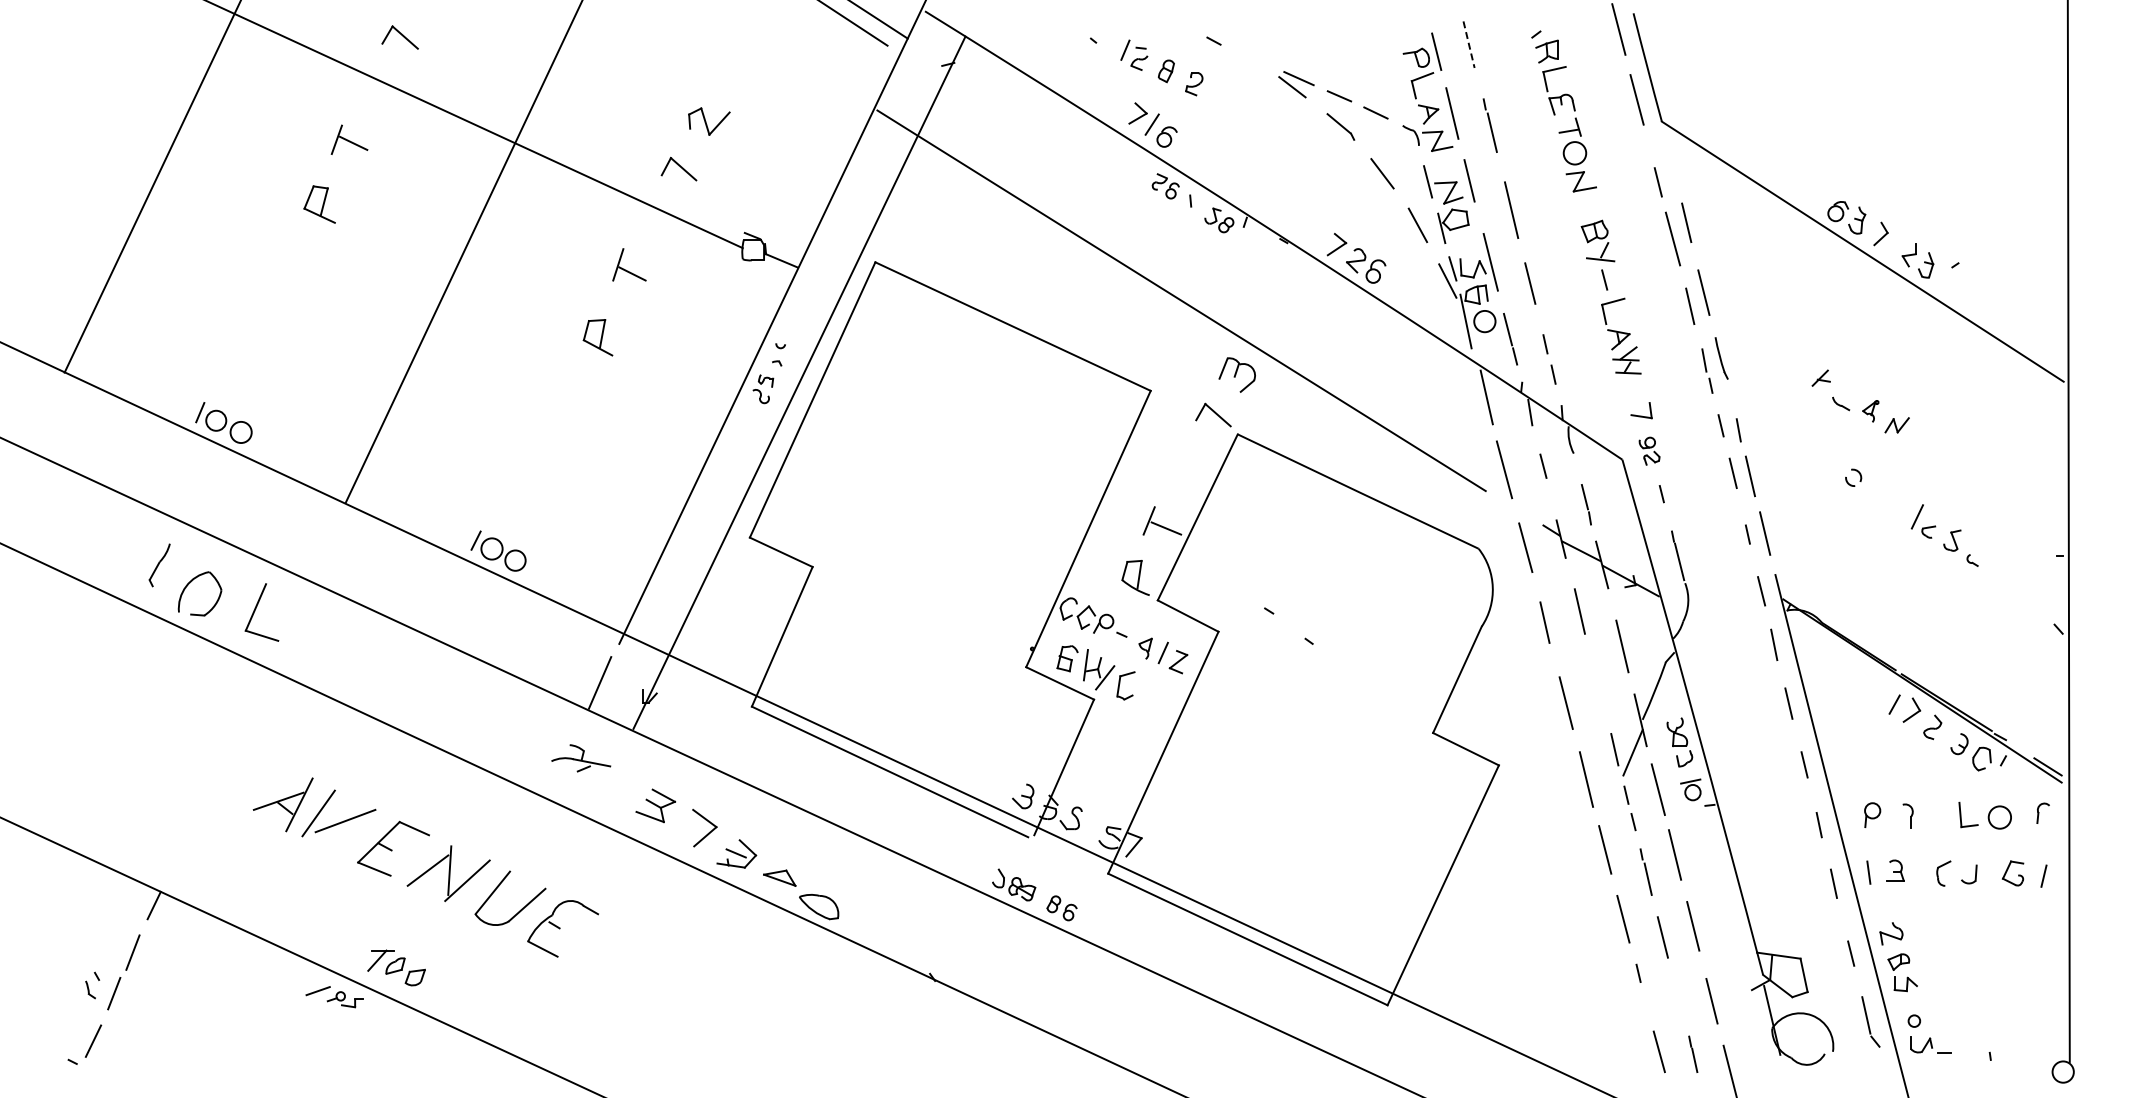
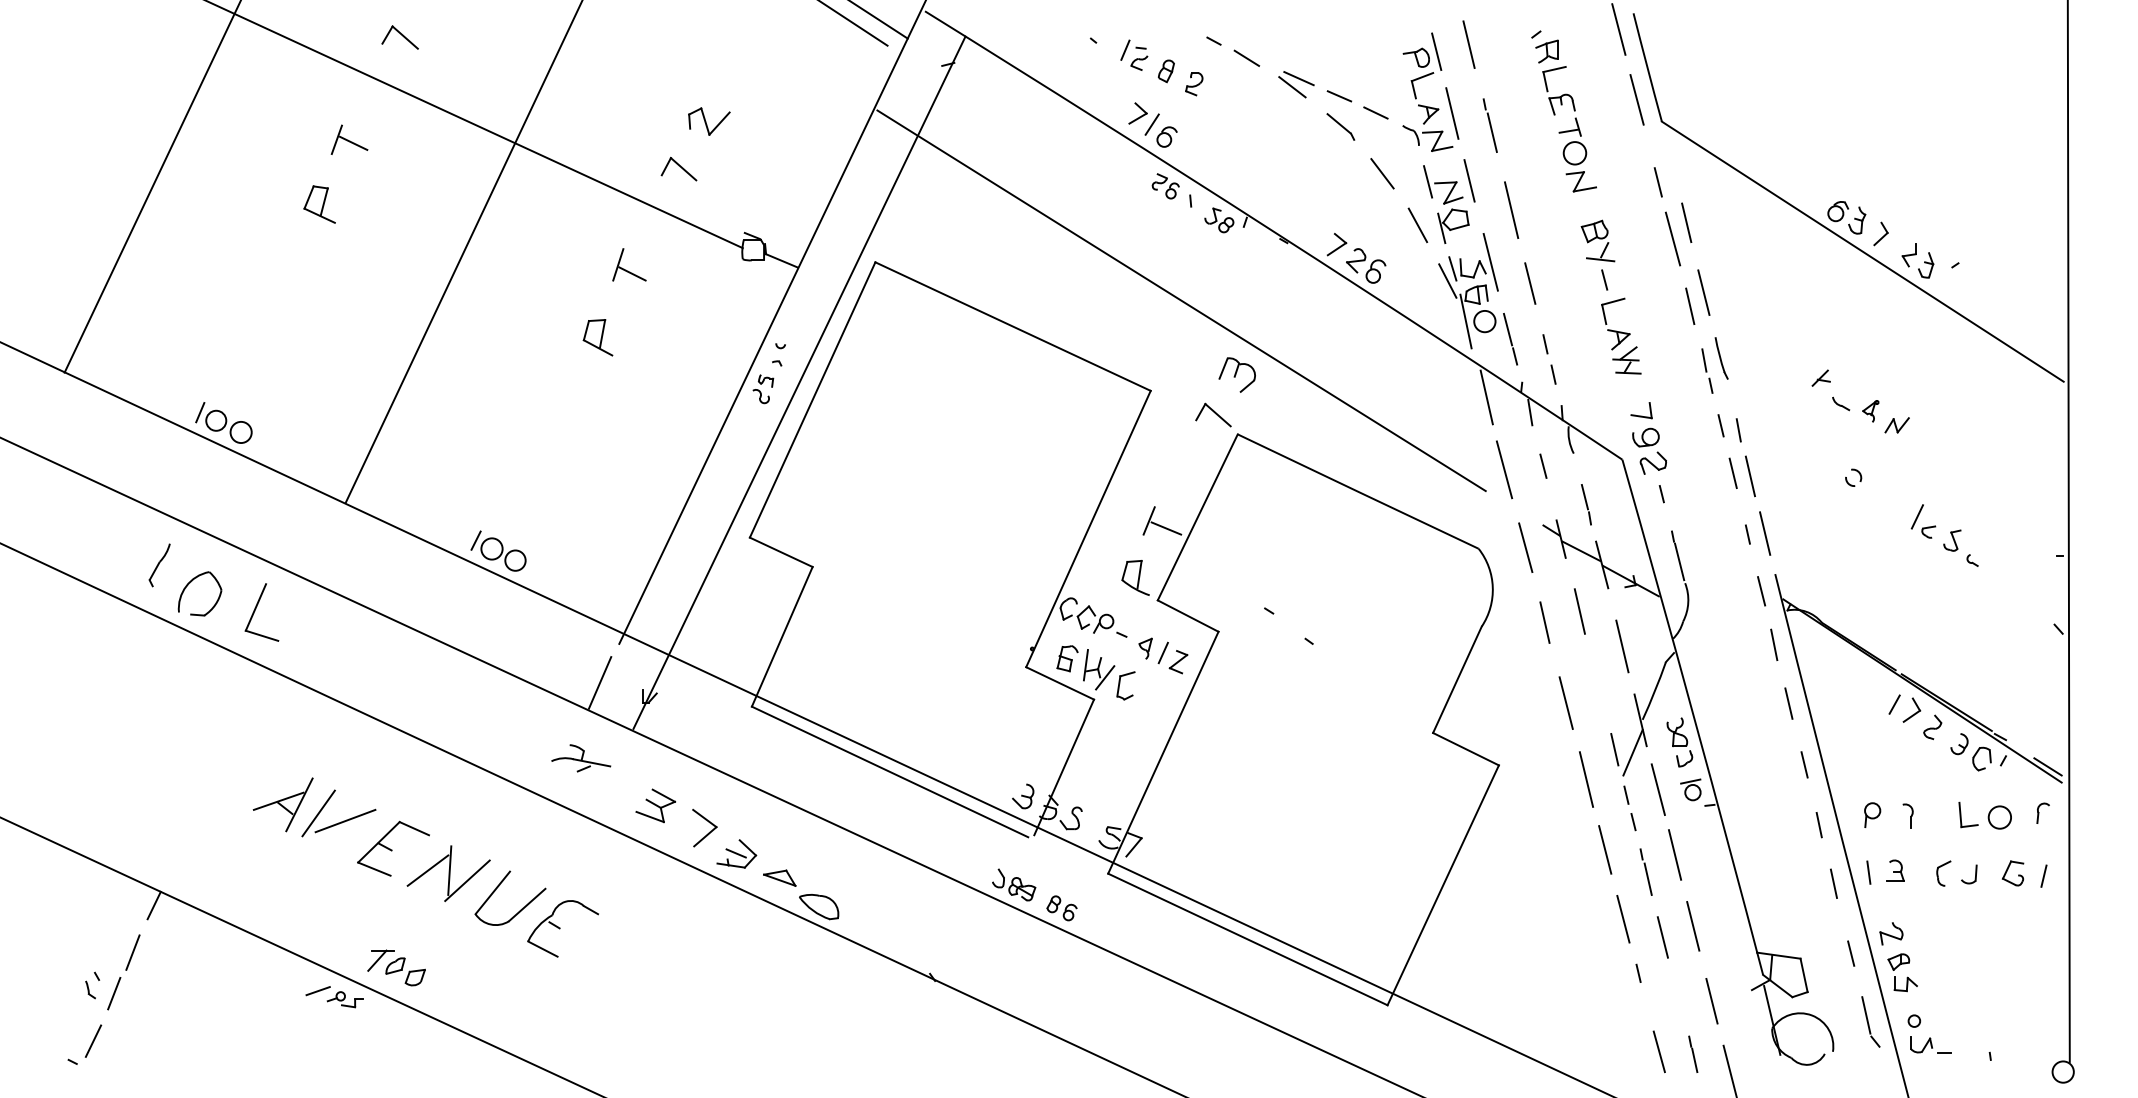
line at (1469, 44): dashed -> solid
line at (1246, 57): none -> present
part at (1649, 450) size: 23x30 px -> 35x48 px
